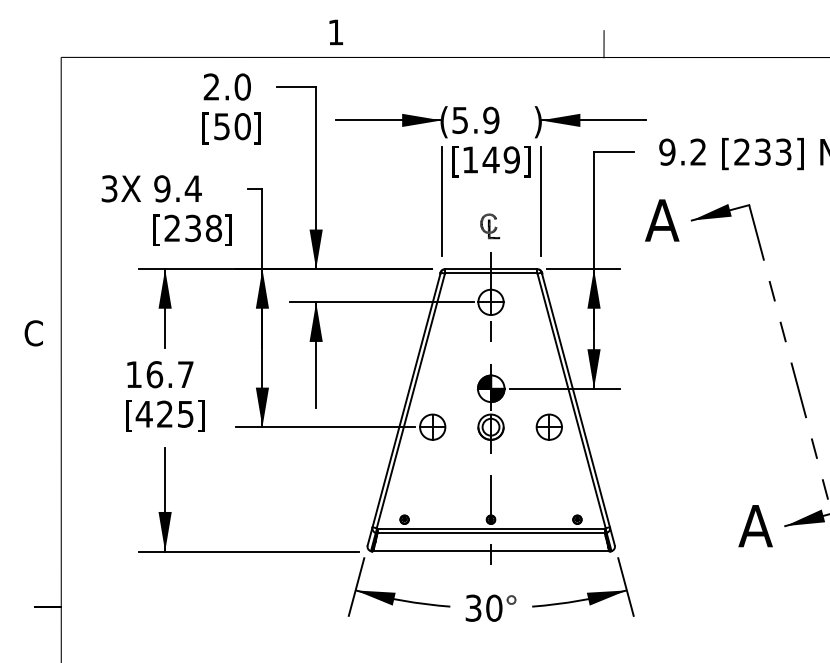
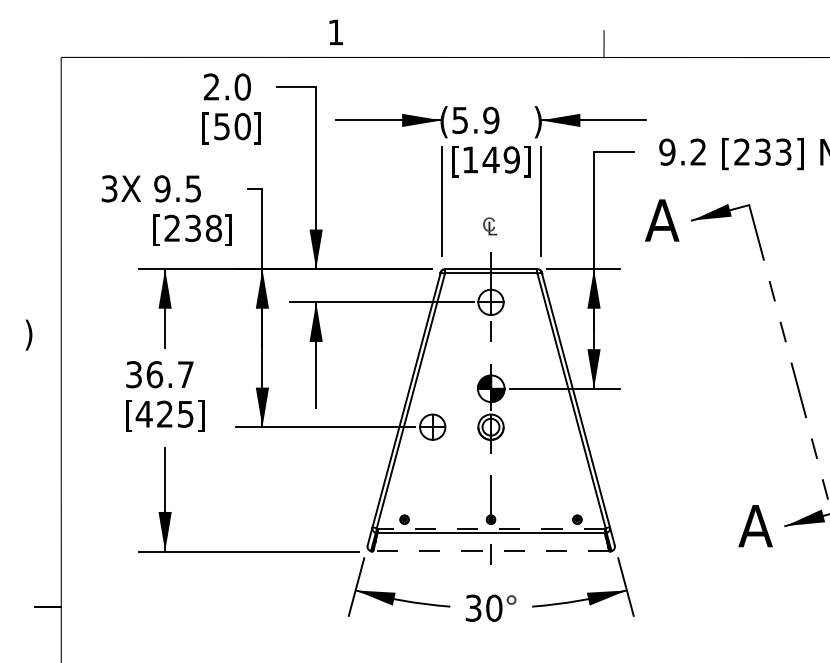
text at (192, 188): 9.4 -> 9.5
part at (489, 226) size: 20x27 px -> 14x19 px
text at (33, 334): C -> )
text at (133, 374): 16.7 -> 36.7
part at (548, 426): present -> none
line at (490, 528): solid -> dashed
line at (491, 551): solid -> dashed
